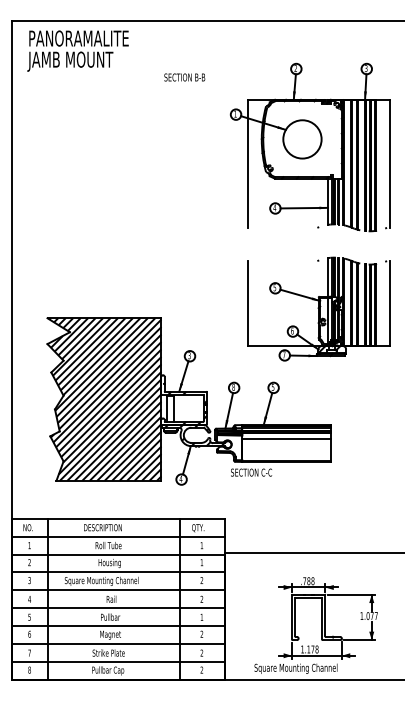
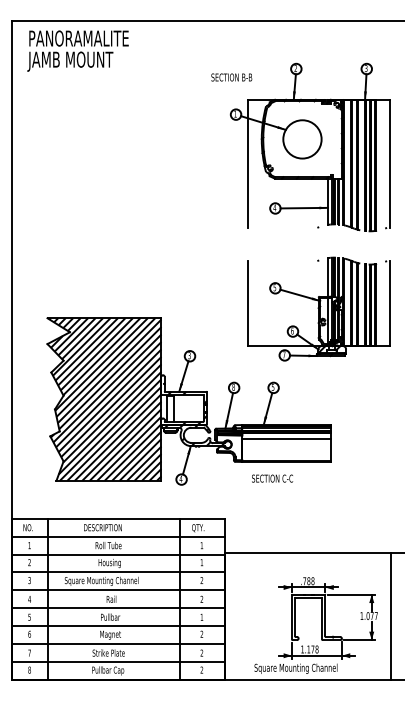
text at (184, 77) position: (184, 77) -> (231, 77)
text at (251, 472) position: (251, 472) -> (272, 478)
line at (390, 615): none -> present
